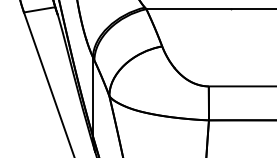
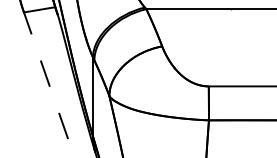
line at (49, 85): solid -> dashed
